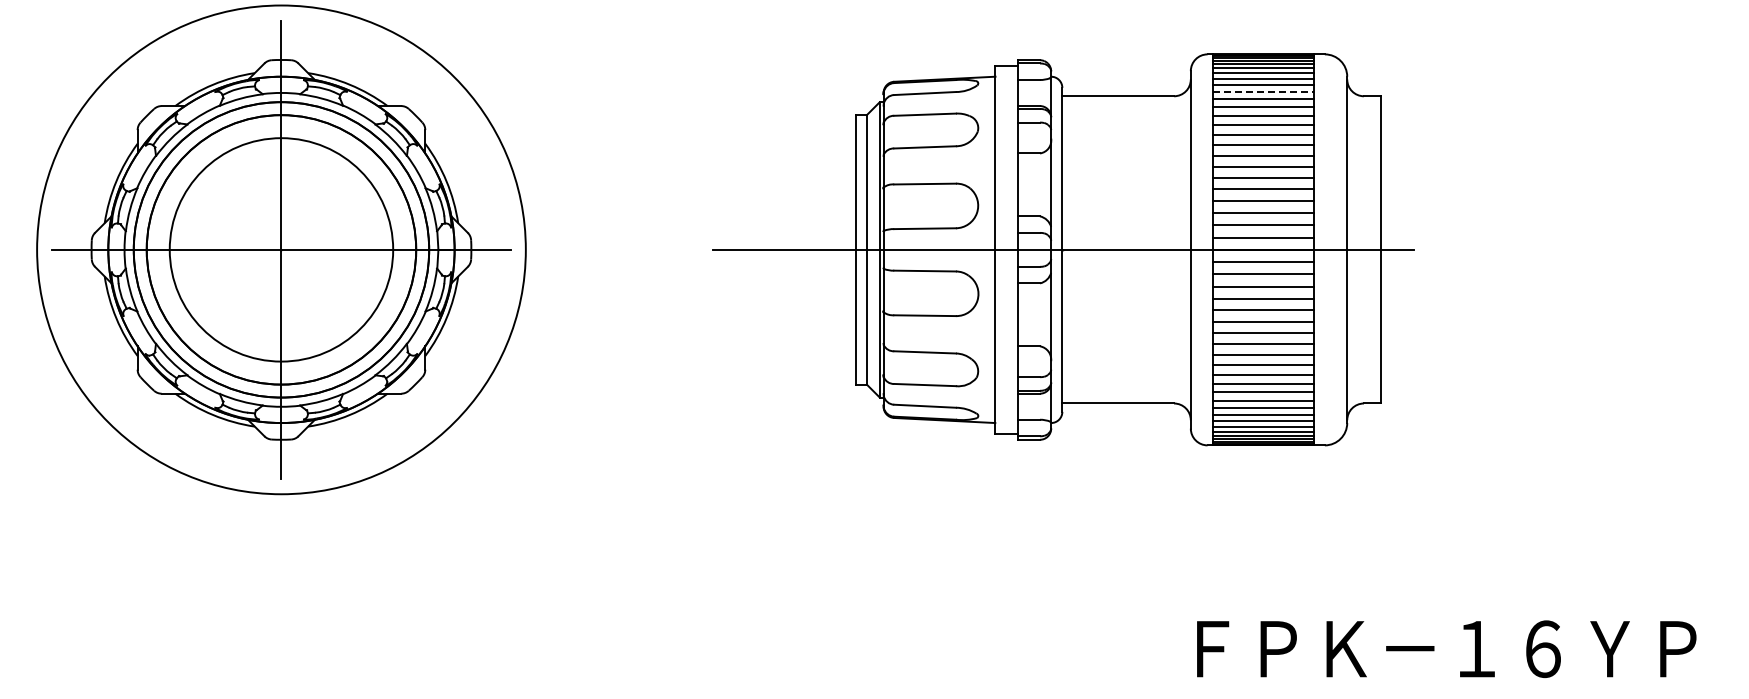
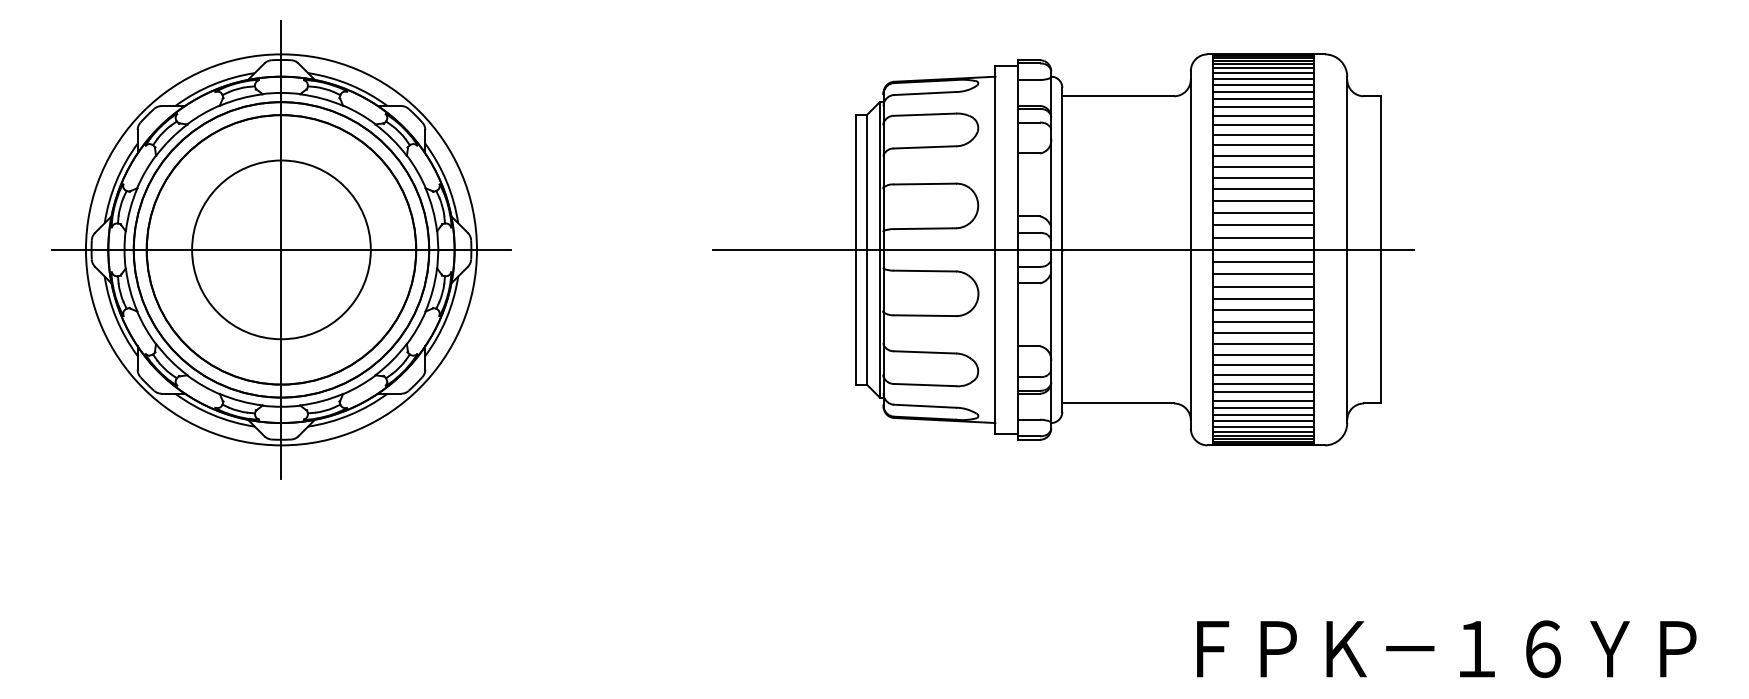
line at (1263, 91): dashed -> solid
circle at (281, 249) diameter: 223 px -> 179 px
circle at (281, 249) diameter: 489 px -> 391 px
